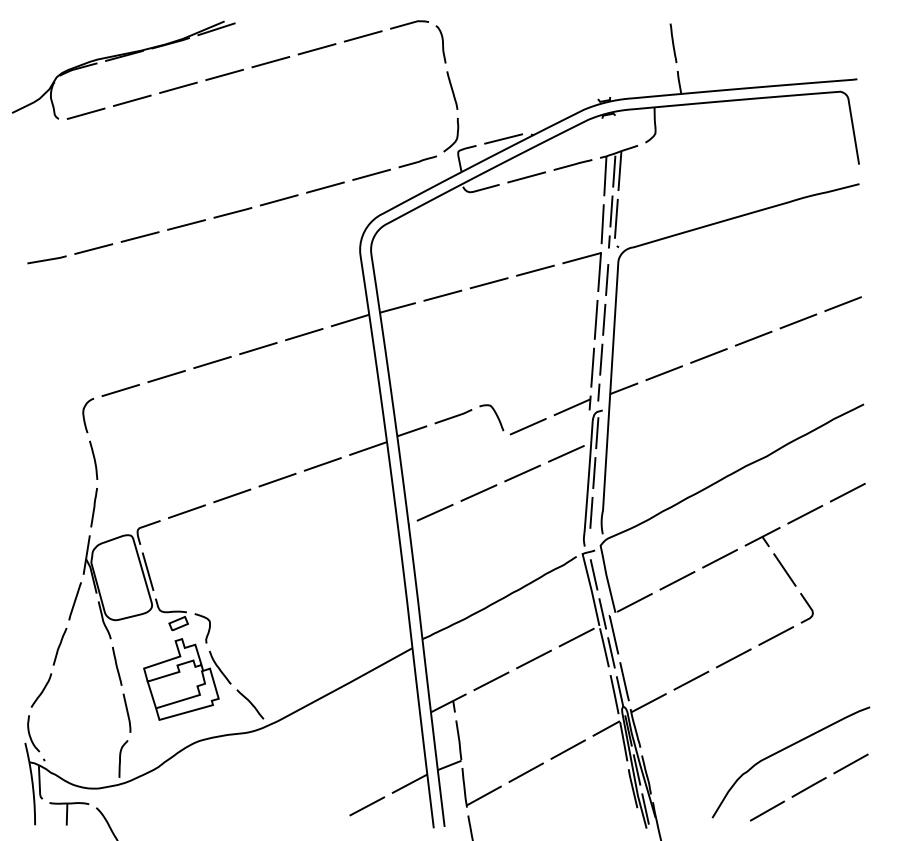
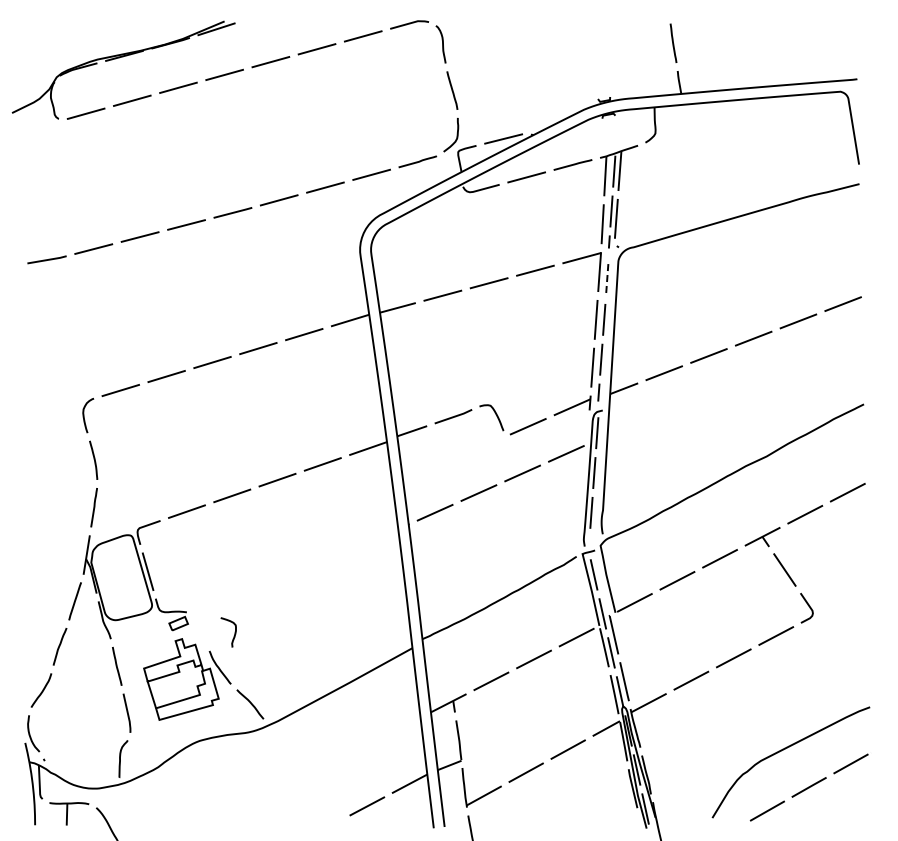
line at (607, 280): solid -> dashed
curve at (208, 628) position: (208, 628) -> (234, 632)
